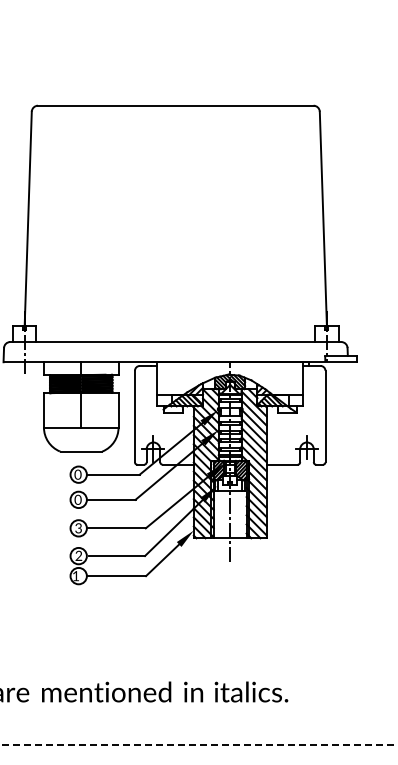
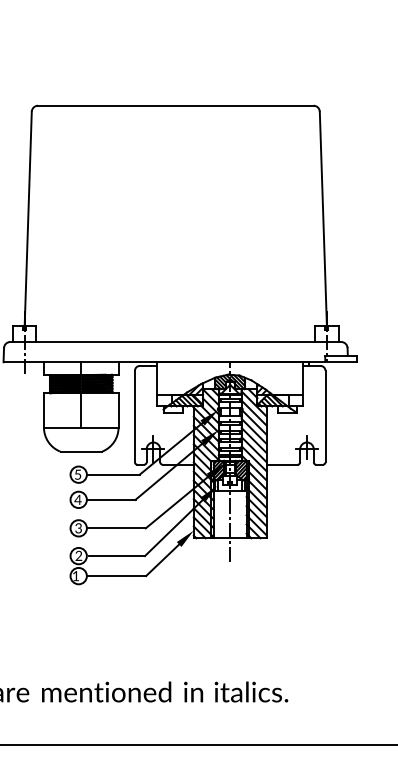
text at (77, 474): 0 -> 5
text at (77, 499): 0 -> 4
line at (199, 744): dashed -> solid
